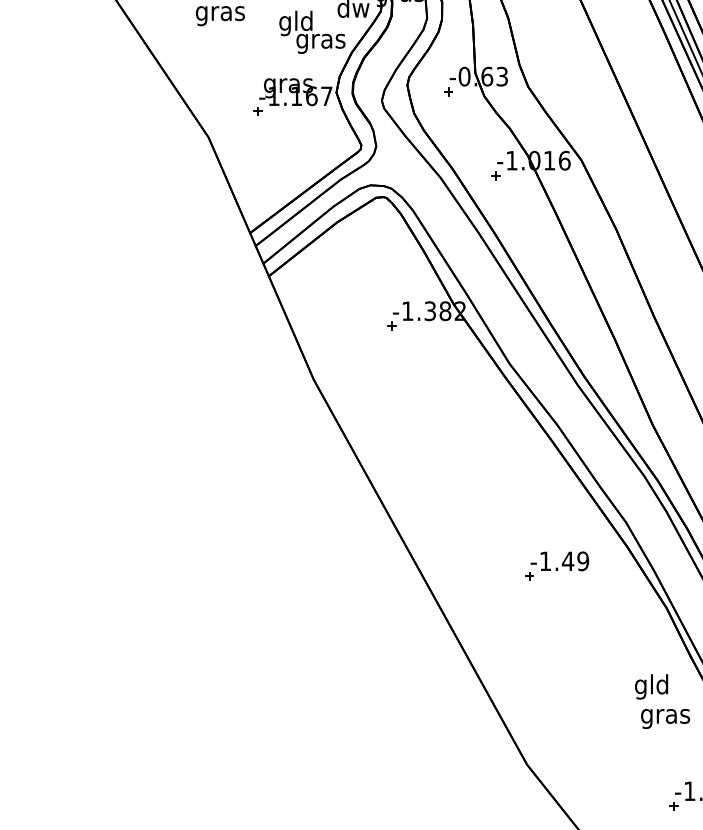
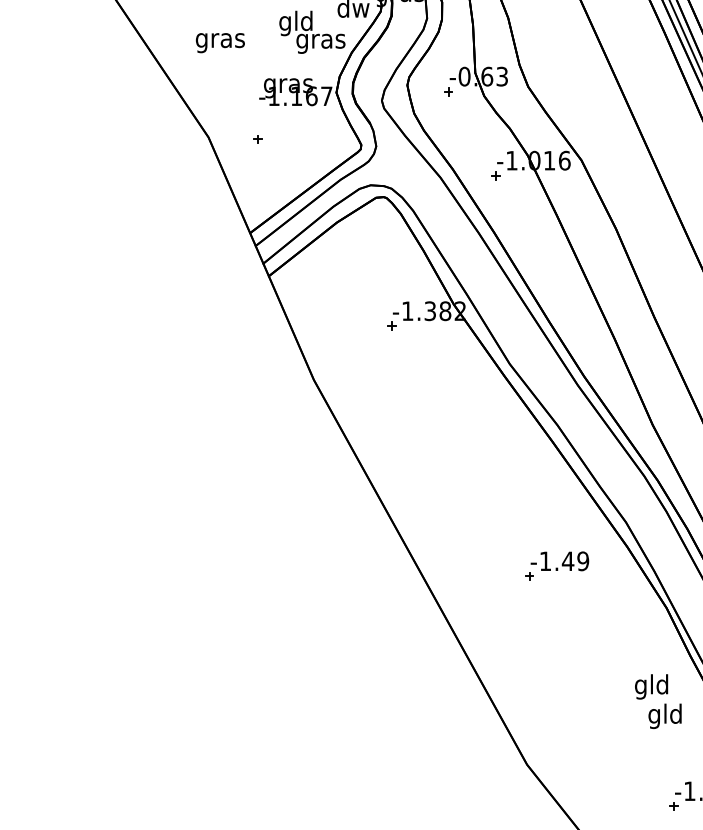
text at (219, 16) position: (219, 16) -> (219, 43)
part at (257, 111) position: (257, 111) -> (257, 139)
text at (665, 716): gras -> gld
